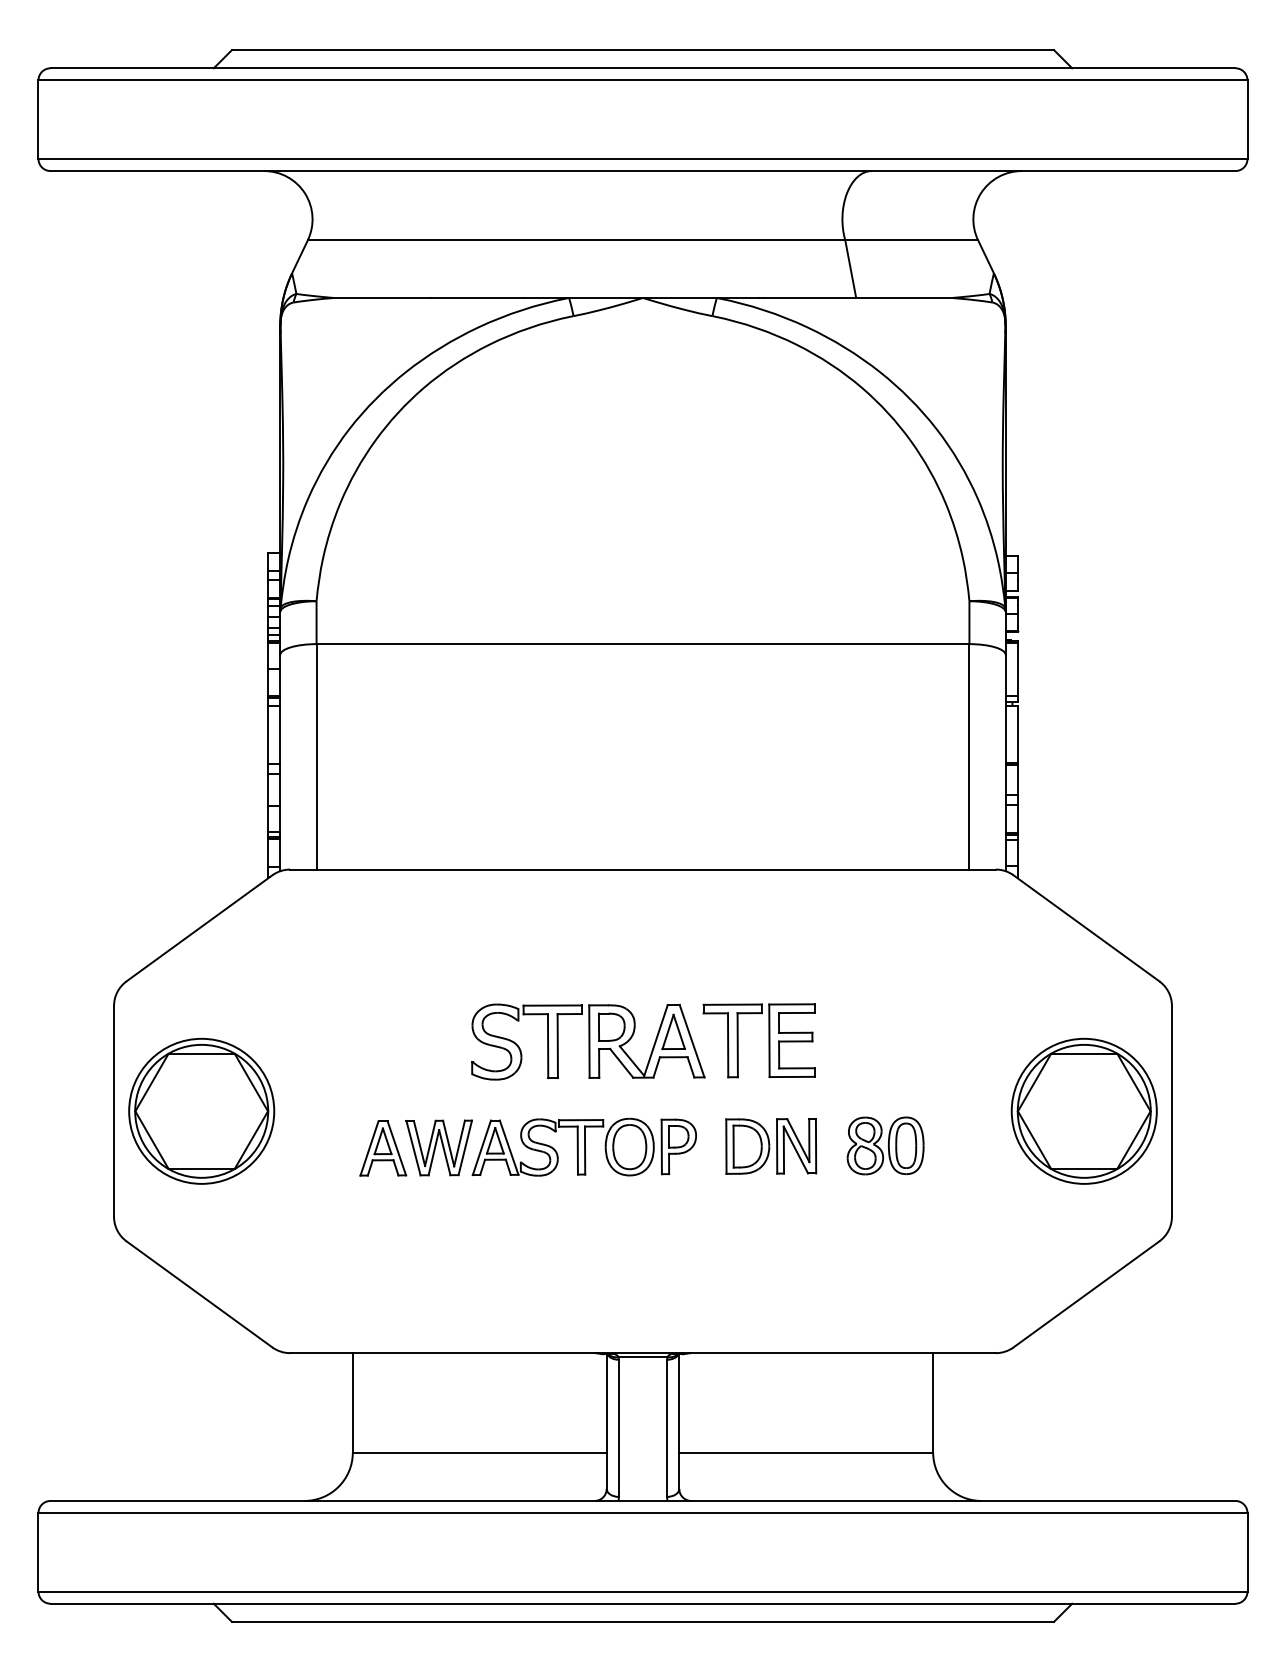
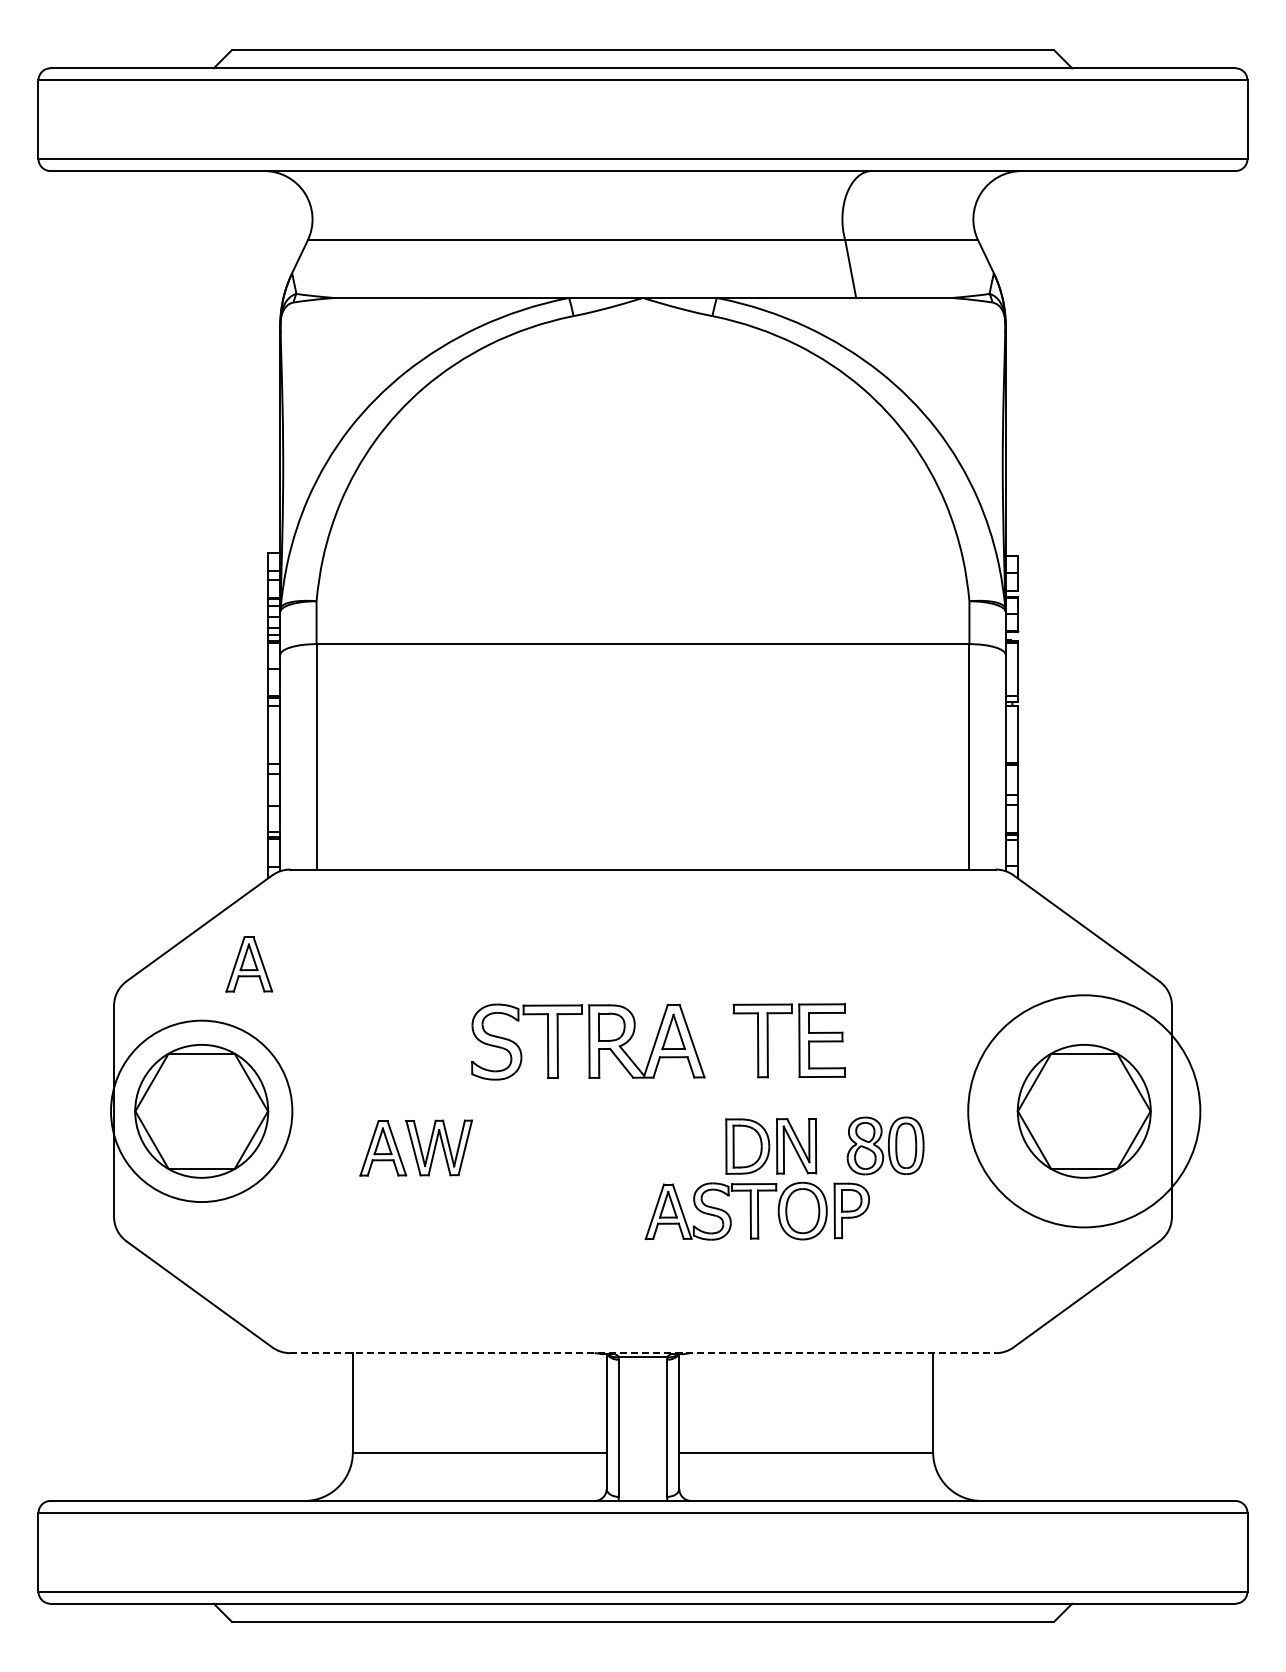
part at (249, 964): none -> present
part at (768, 1040) position: (768, 1040) -> (798, 1040)
circle at (201, 1110) diameter: 145 px -> 181 px
circle at (1083, 1110) diameter: 145 px -> 232 px
part at (583, 1146) position: (583, 1146) -> (756, 1210)
line at (643, 1353): solid -> dashed
